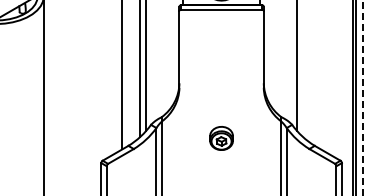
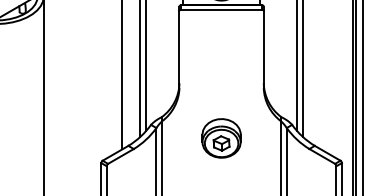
line at (302, 69): none -> present
line at (362, 98): dashed -> solid
part at (221, 138) size: 25x25 px -> 41x41 px
